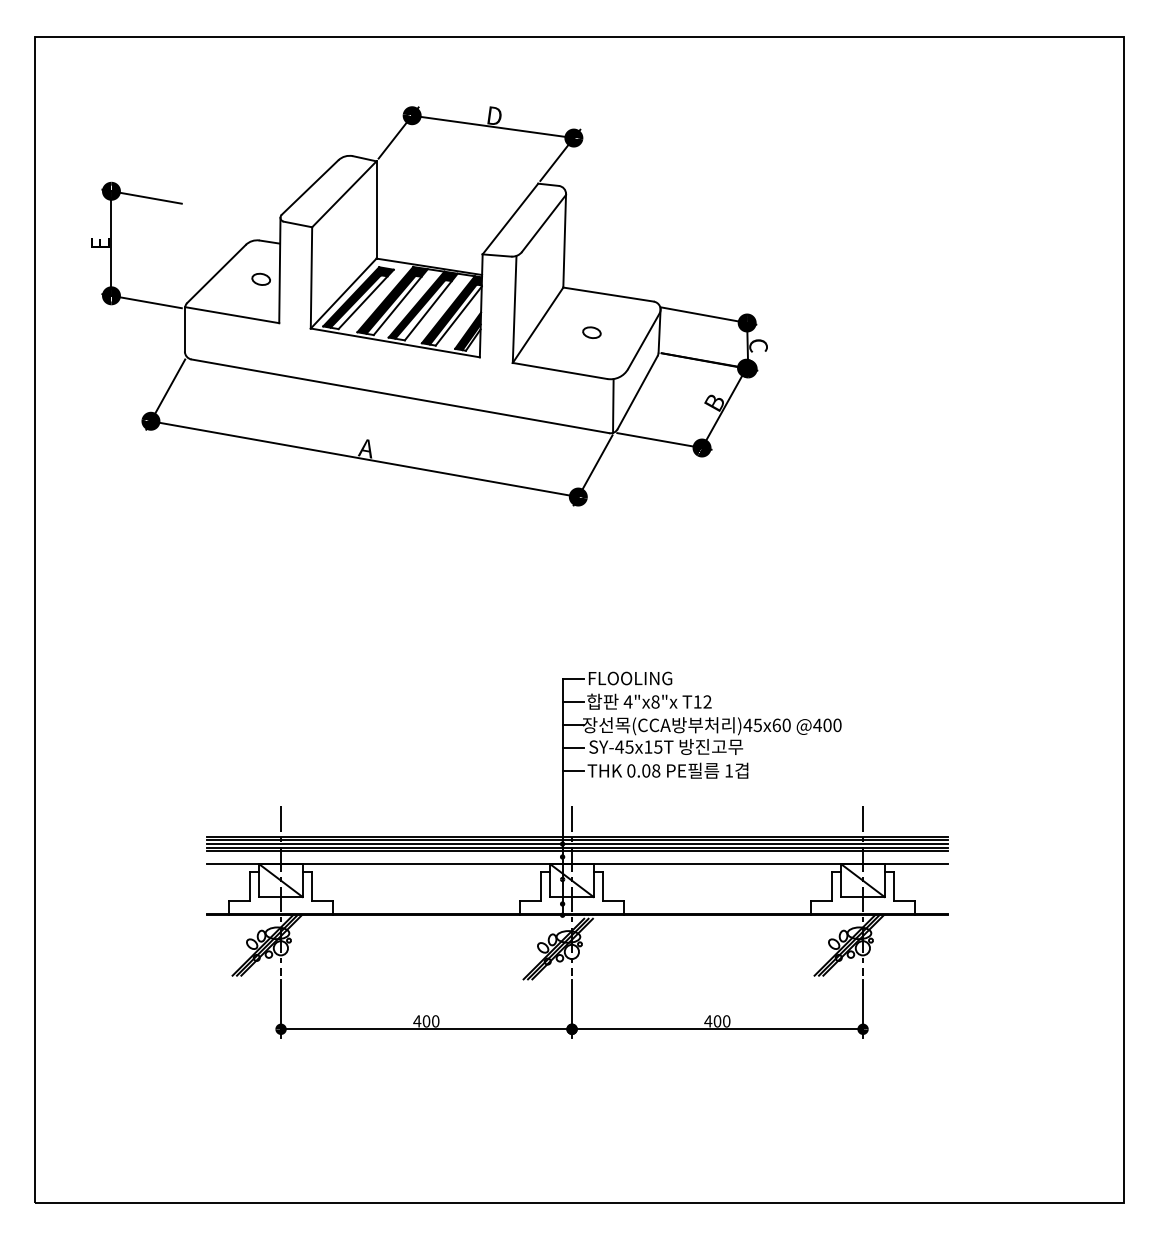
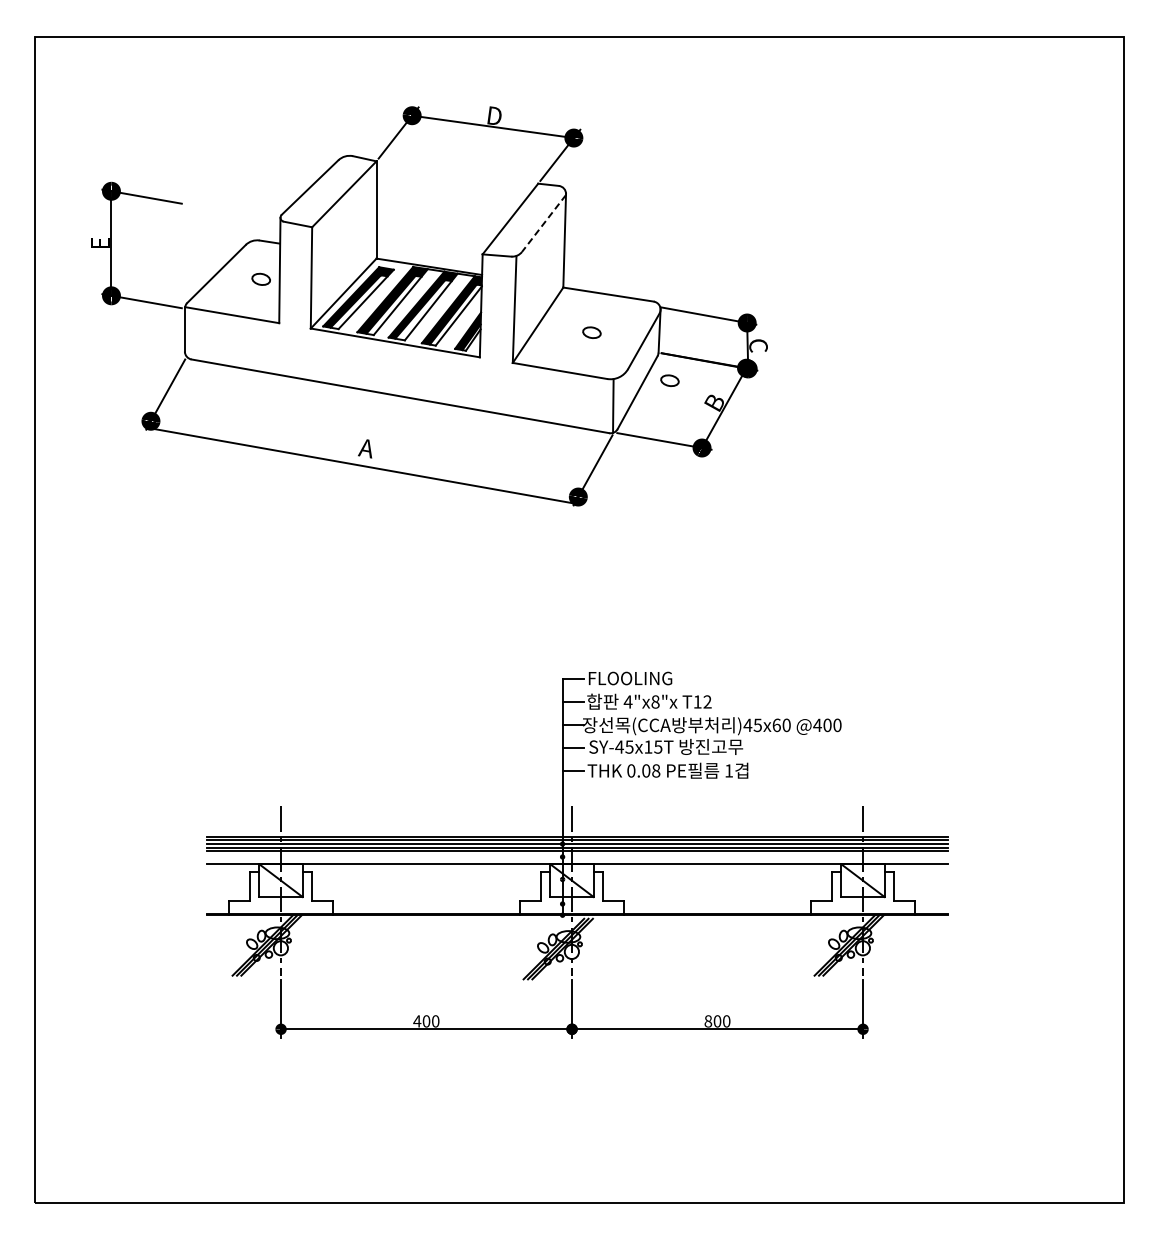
line at (543, 223): solid -> dashed
part at (669, 380): none -> present
line at (364, 459) position: (364, 459) -> (363, 466)
text at (708, 1021): 400 -> 800
